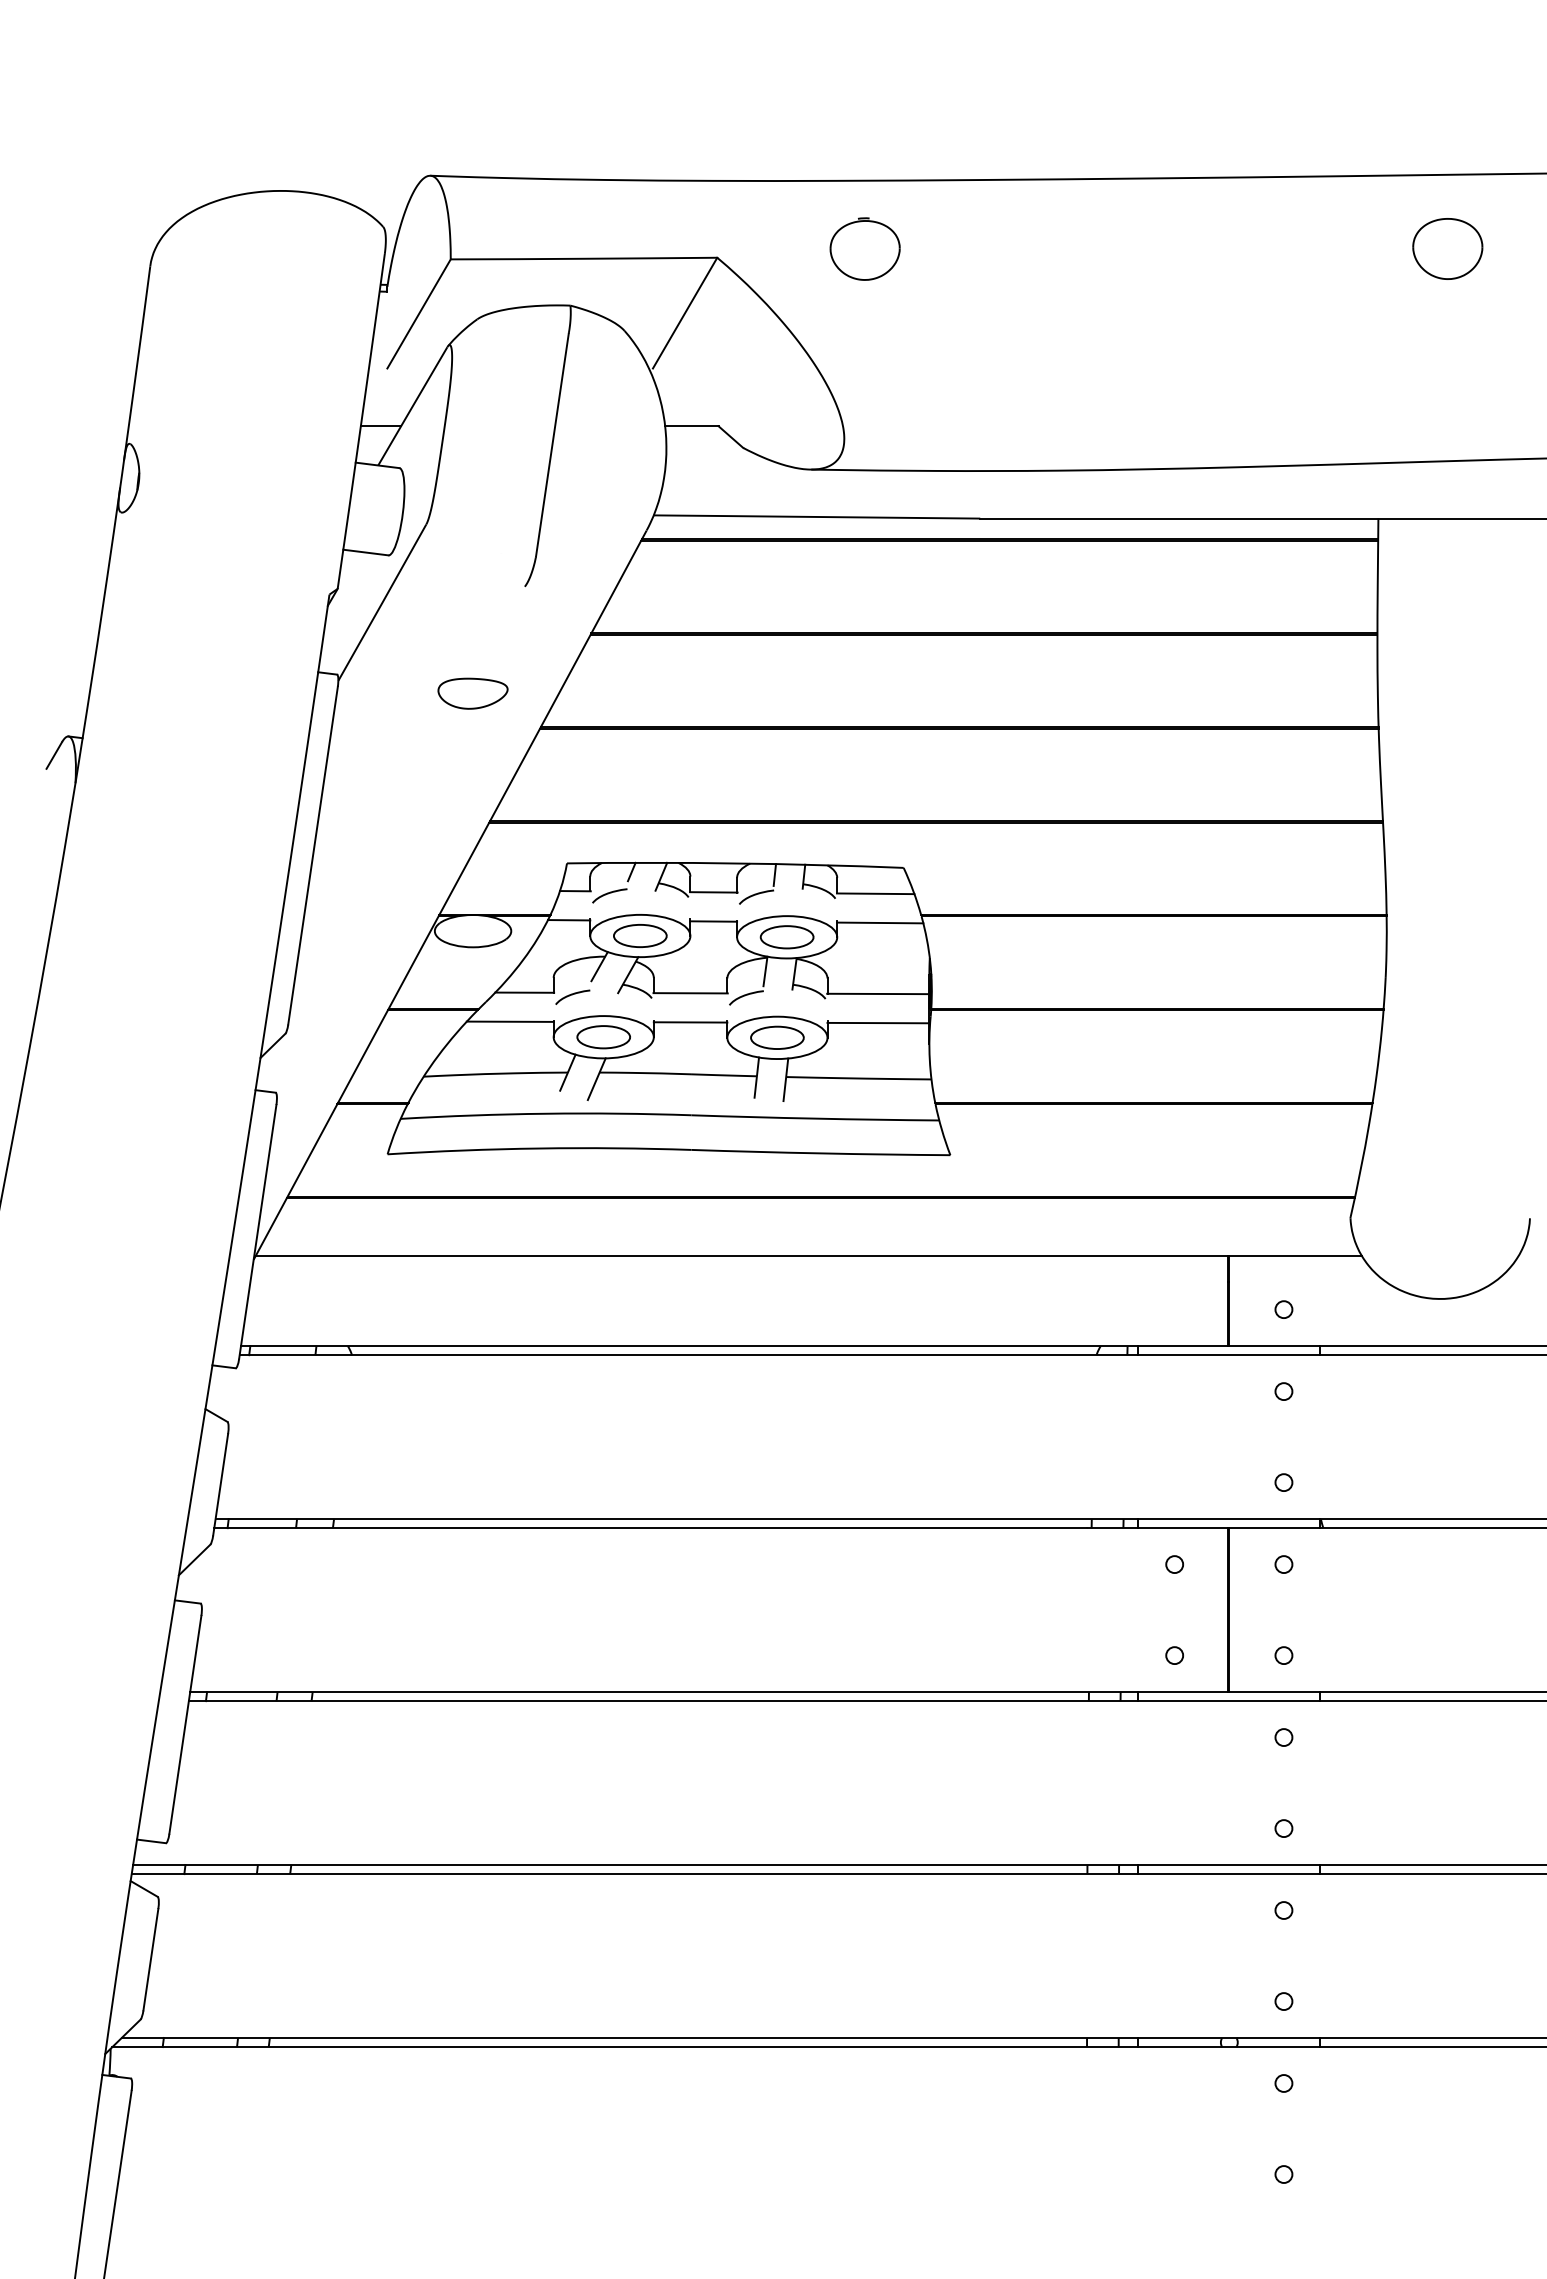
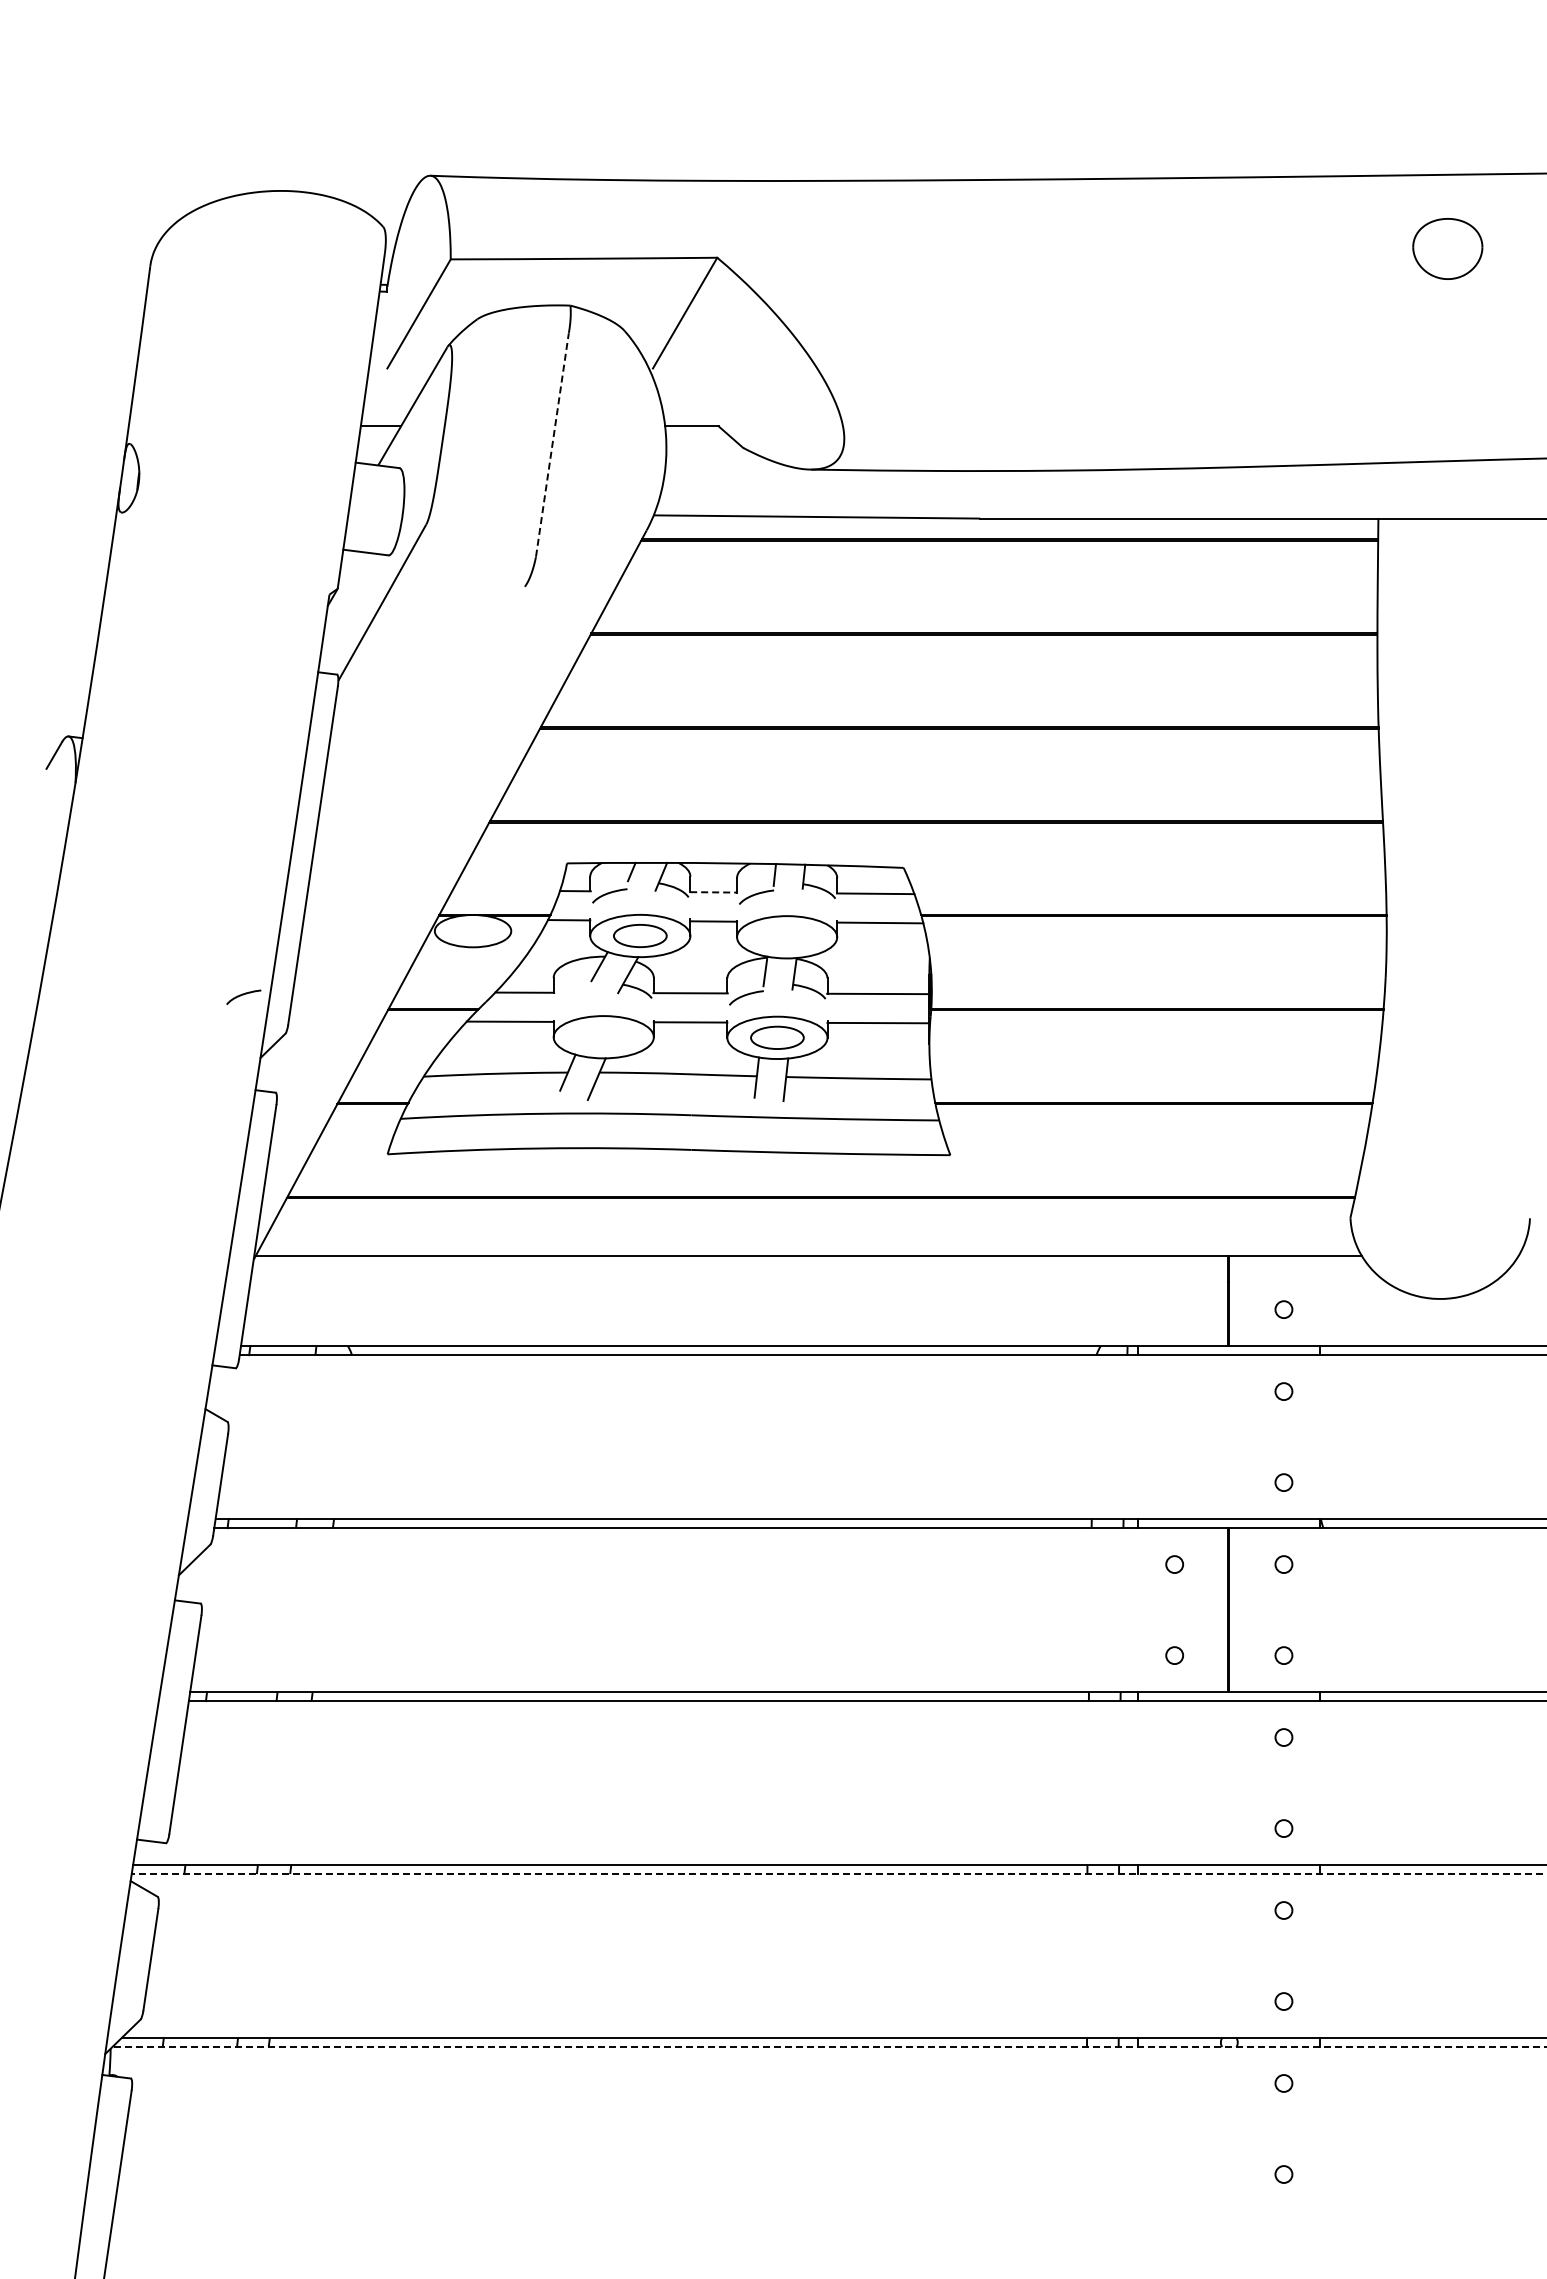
part at (864, 248): present -> none
line at (552, 445): solid -> dashed
part at (472, 693): present -> none
line at (713, 892): solid -> dashed
part at (786, 937): present -> none
curve at (572, 995) position: (572, 995) -> (243, 995)
part at (603, 1037): present -> none
line at (838, 1874): solid -> dashed
line at (829, 2047): solid -> dashed
